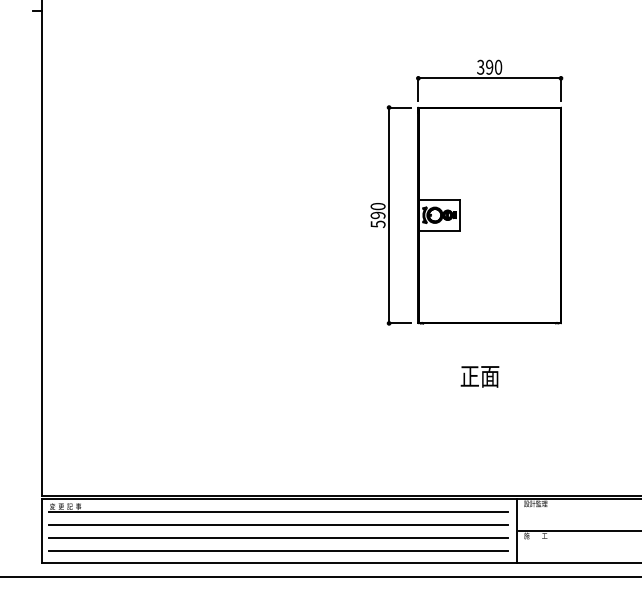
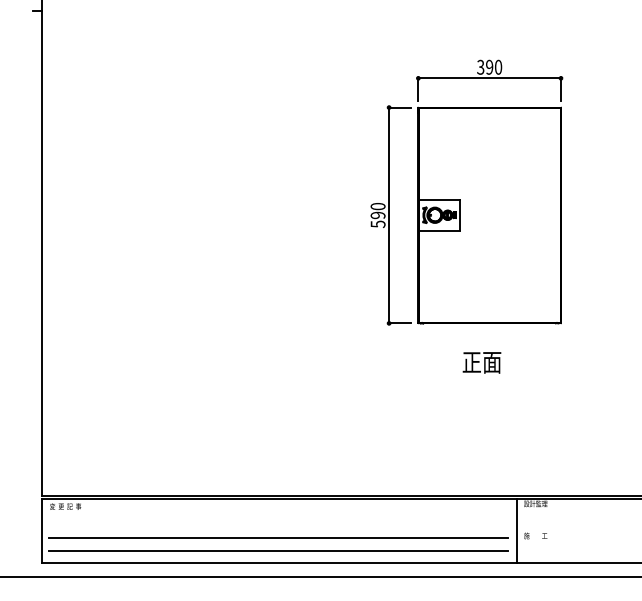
text at (479, 376) position: (479, 376) -> (481, 362)
line at (278, 512): present -> none
line at (278, 525): present -> none
line at (578, 531): present -> none
